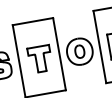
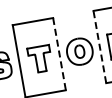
line at (99, 47): solid -> dashed
line at (59, 54): solid -> dashed
